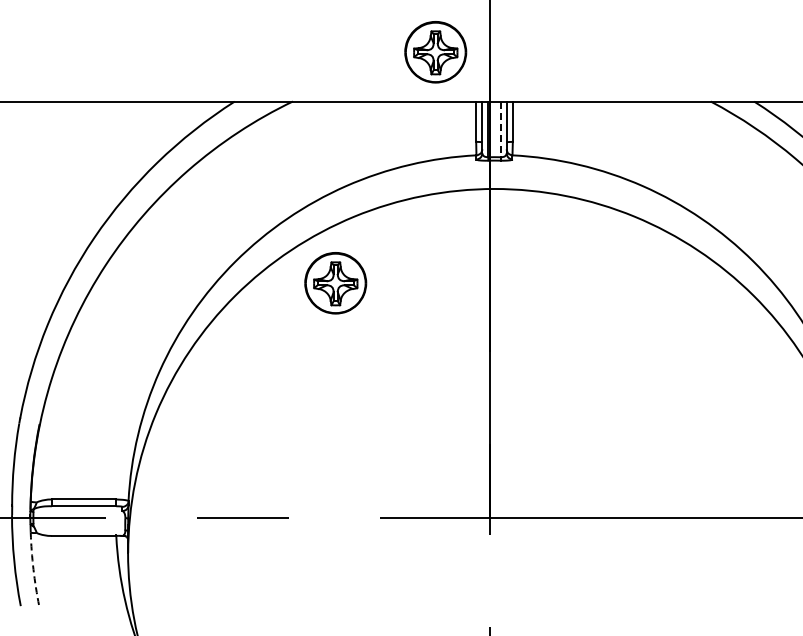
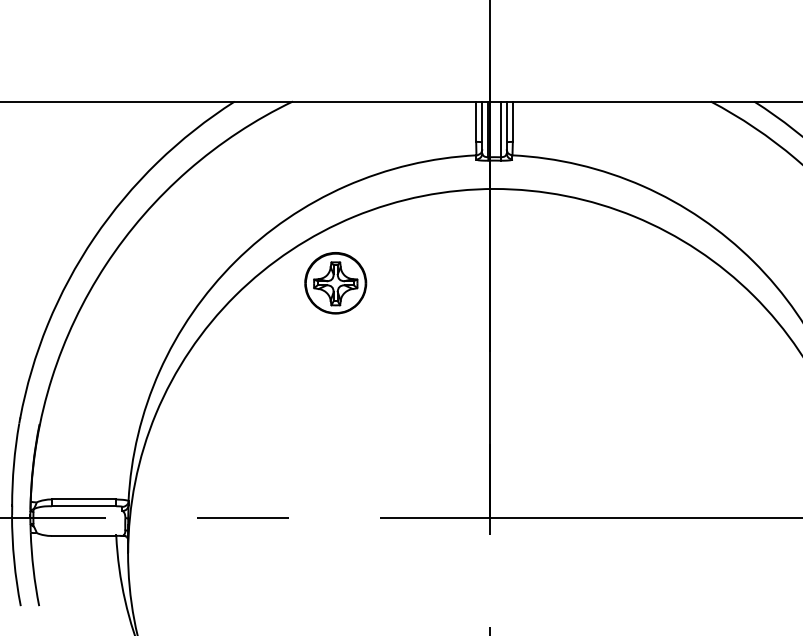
part at (435, 52): present -> none
line at (500, 129): dashed -> solid
arc at (33, 569): dashed -> solid
